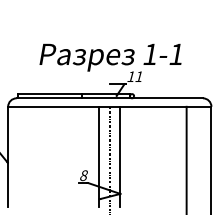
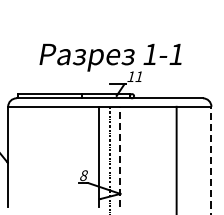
line at (120, 156): solid -> dashed
line at (186, 158) position: (186, 158) -> (176, 158)
line at (211, 160): solid -> dashed
